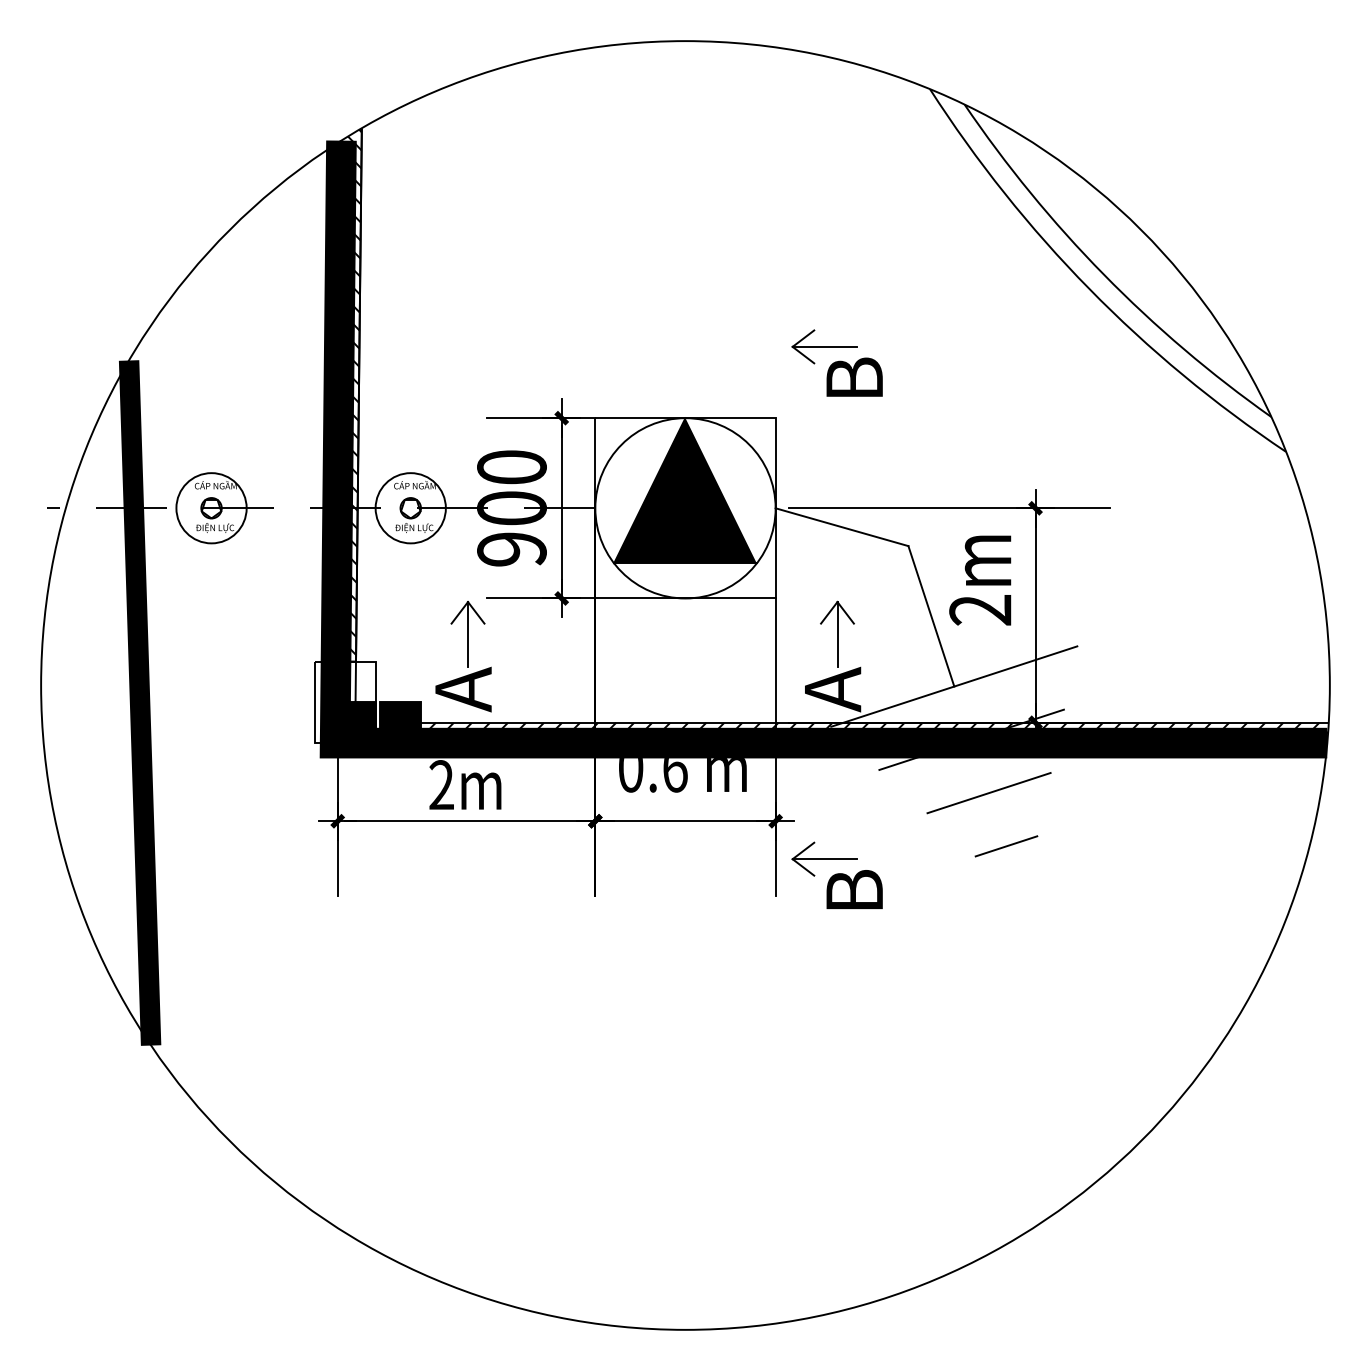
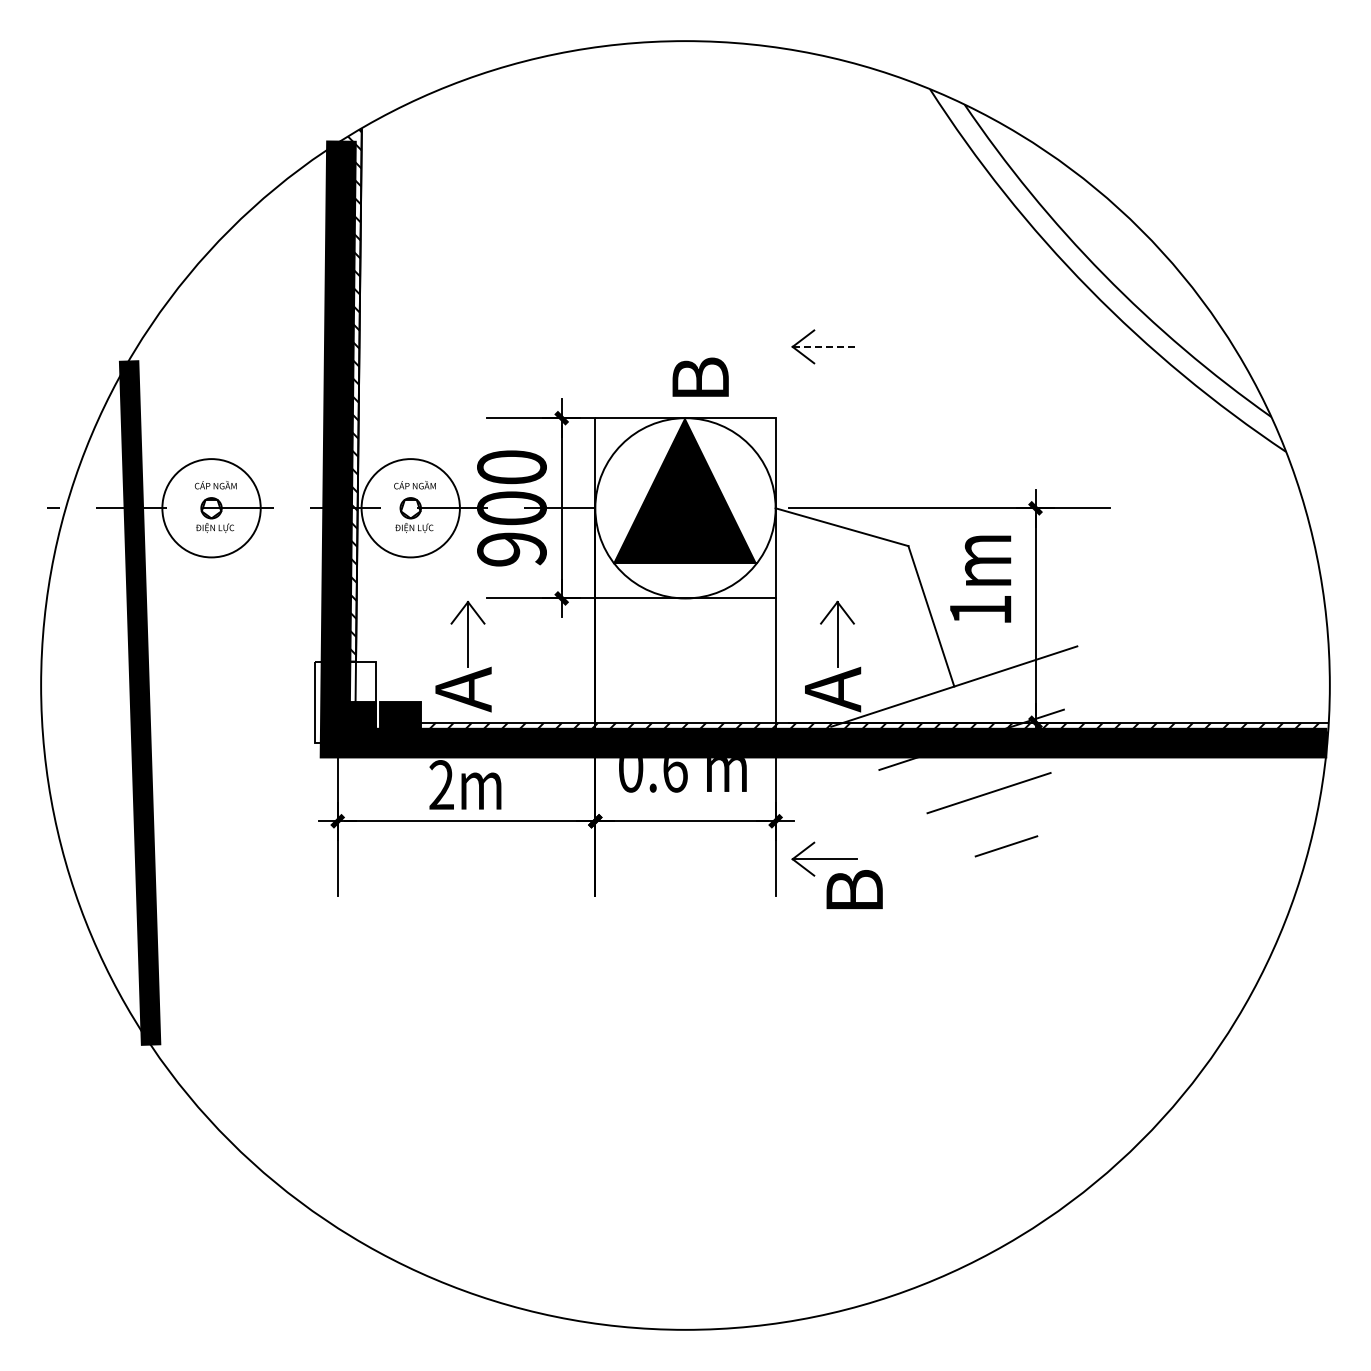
line at (825, 346): solid -> dashed
text at (854, 376) position: (854, 376) -> (700, 376)
circle at (211, 508) diameter: 70 px -> 98 px
circle at (410, 508) diameter: 70 px -> 98 px
text at (980, 610): 2m -> 1m
